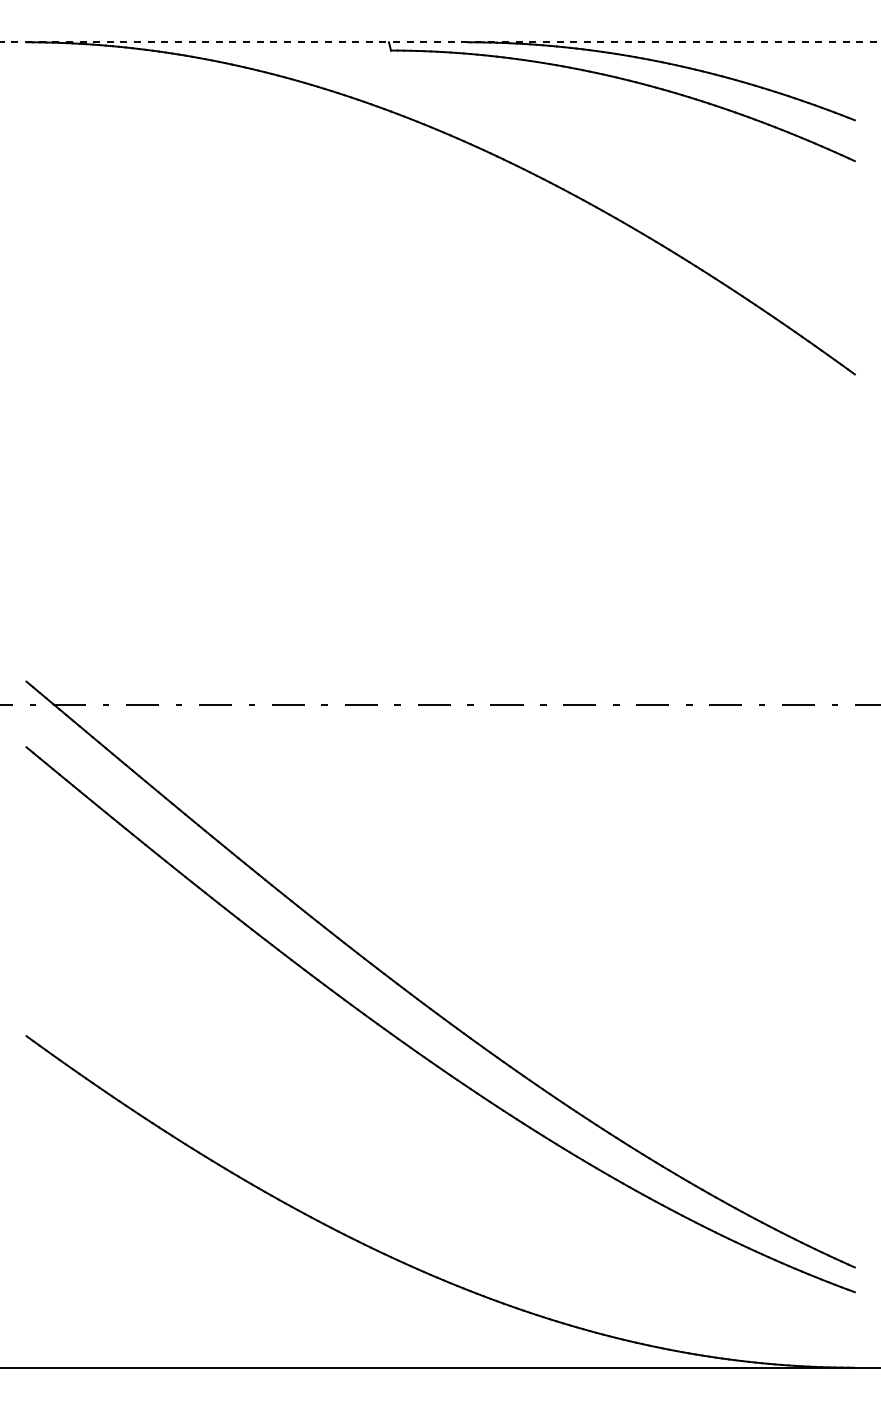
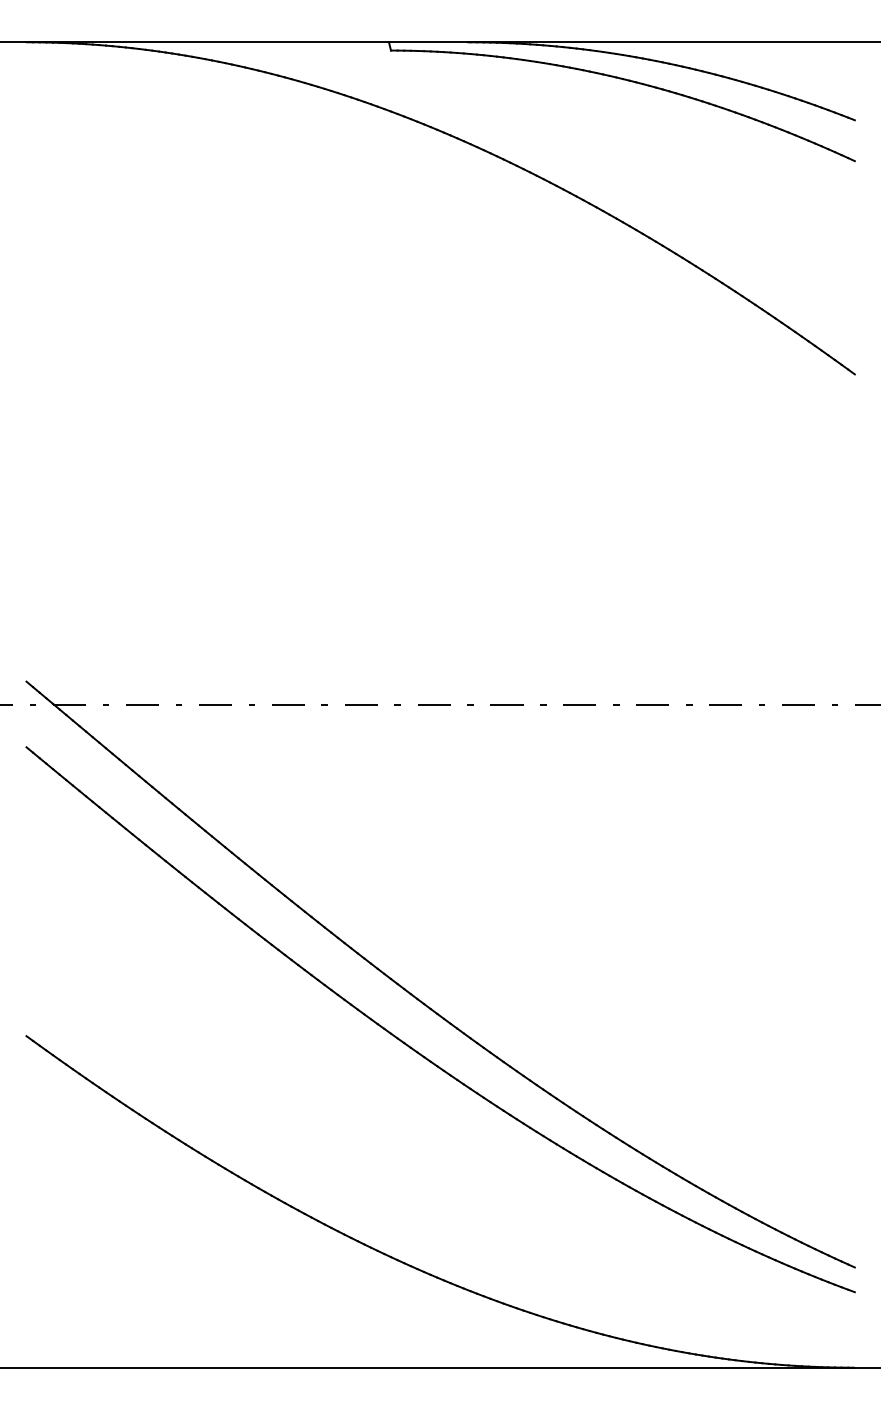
line at (440, 42): dashed -> solid
